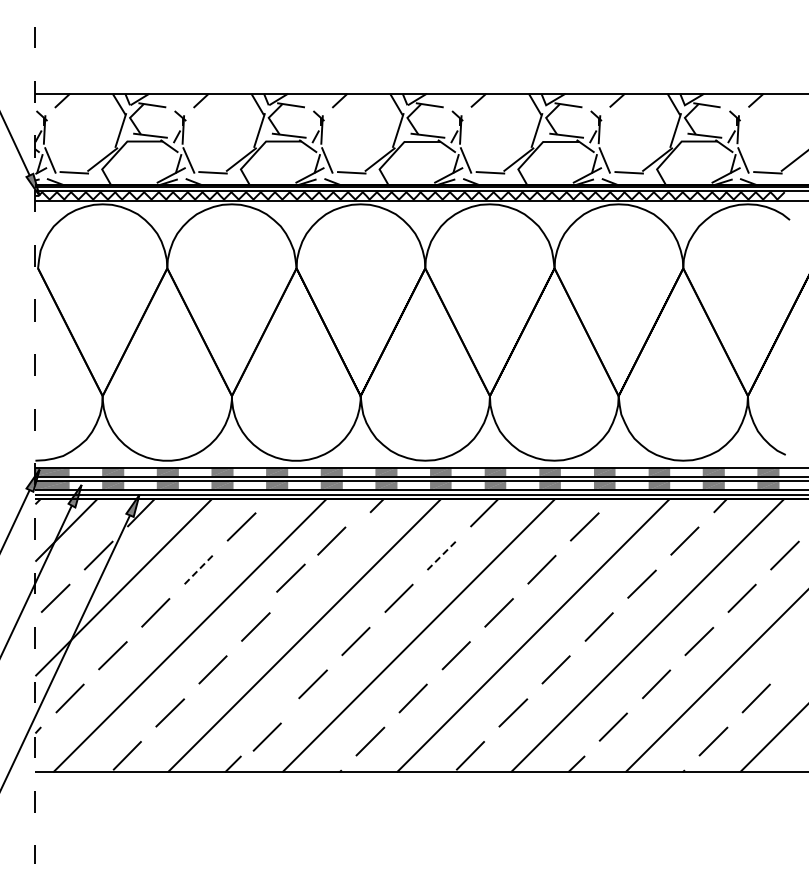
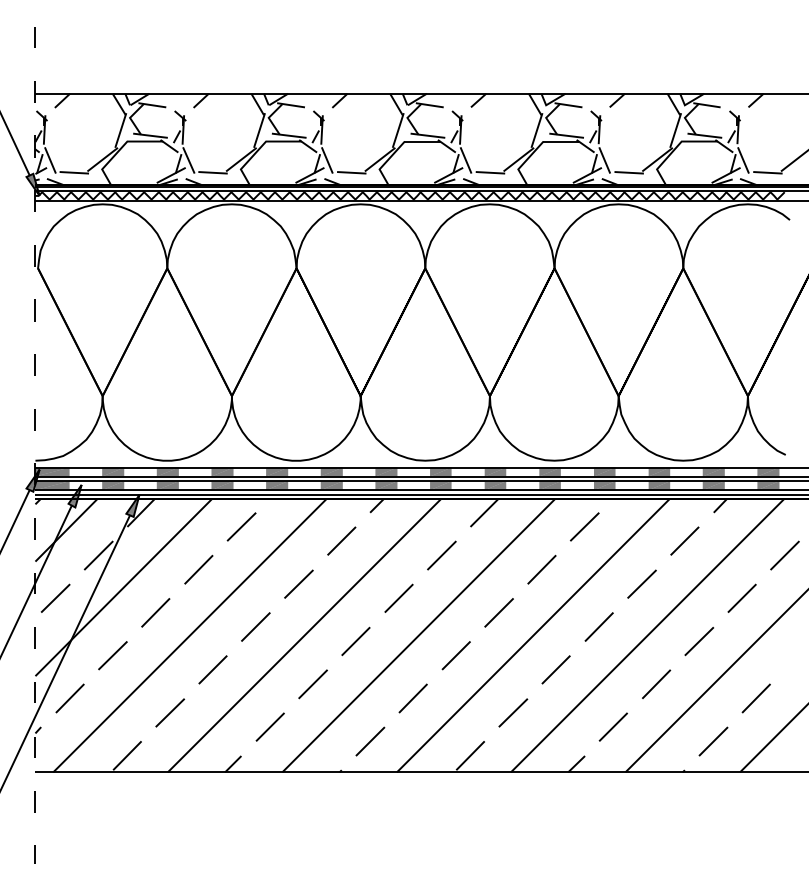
line at (331, 540) position: (331, 540) -> (341, 540)
line at (442, 555): dashed -> solid
line at (199, 569): dashed -> solid
line at (290, 577) position: (290, 577) -> (298, 583)
line at (266, 736) position: (266, 736) -> (269, 726)
